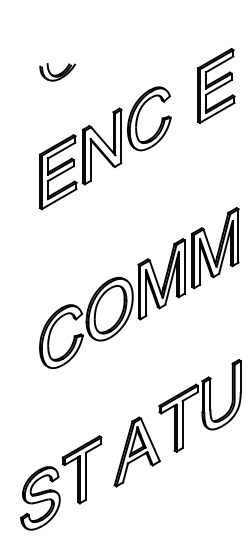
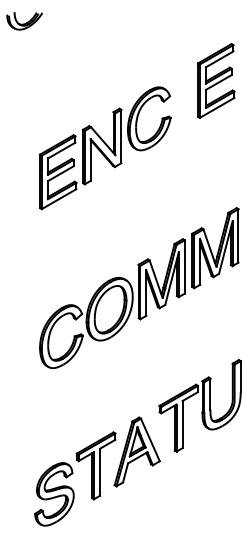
part at (57, 72) position: (57, 72) -> (24, 21)
part at (216, 85) position: (216, 85) -> (216, 80)
part at (61, 482) position: (61, 482) -> (75, 478)
